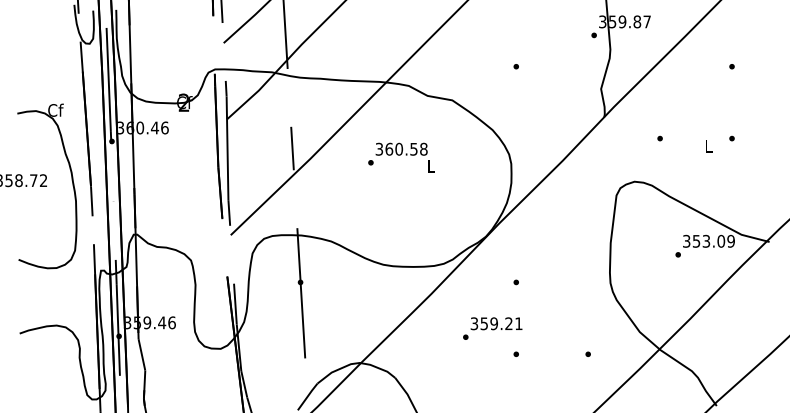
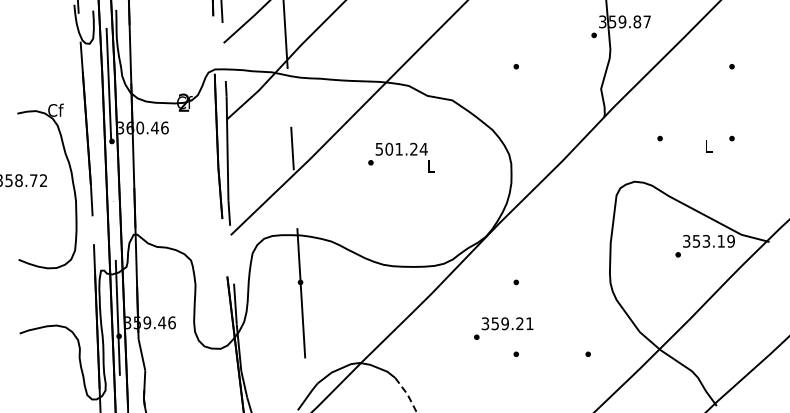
text at (401, 148): 360.58 -> 501.24
text at (721, 240): 353.09 -> 353.19
text at (492, 328) position: (492, 328) -> (503, 328)
line at (407, 394): solid -> dashed
